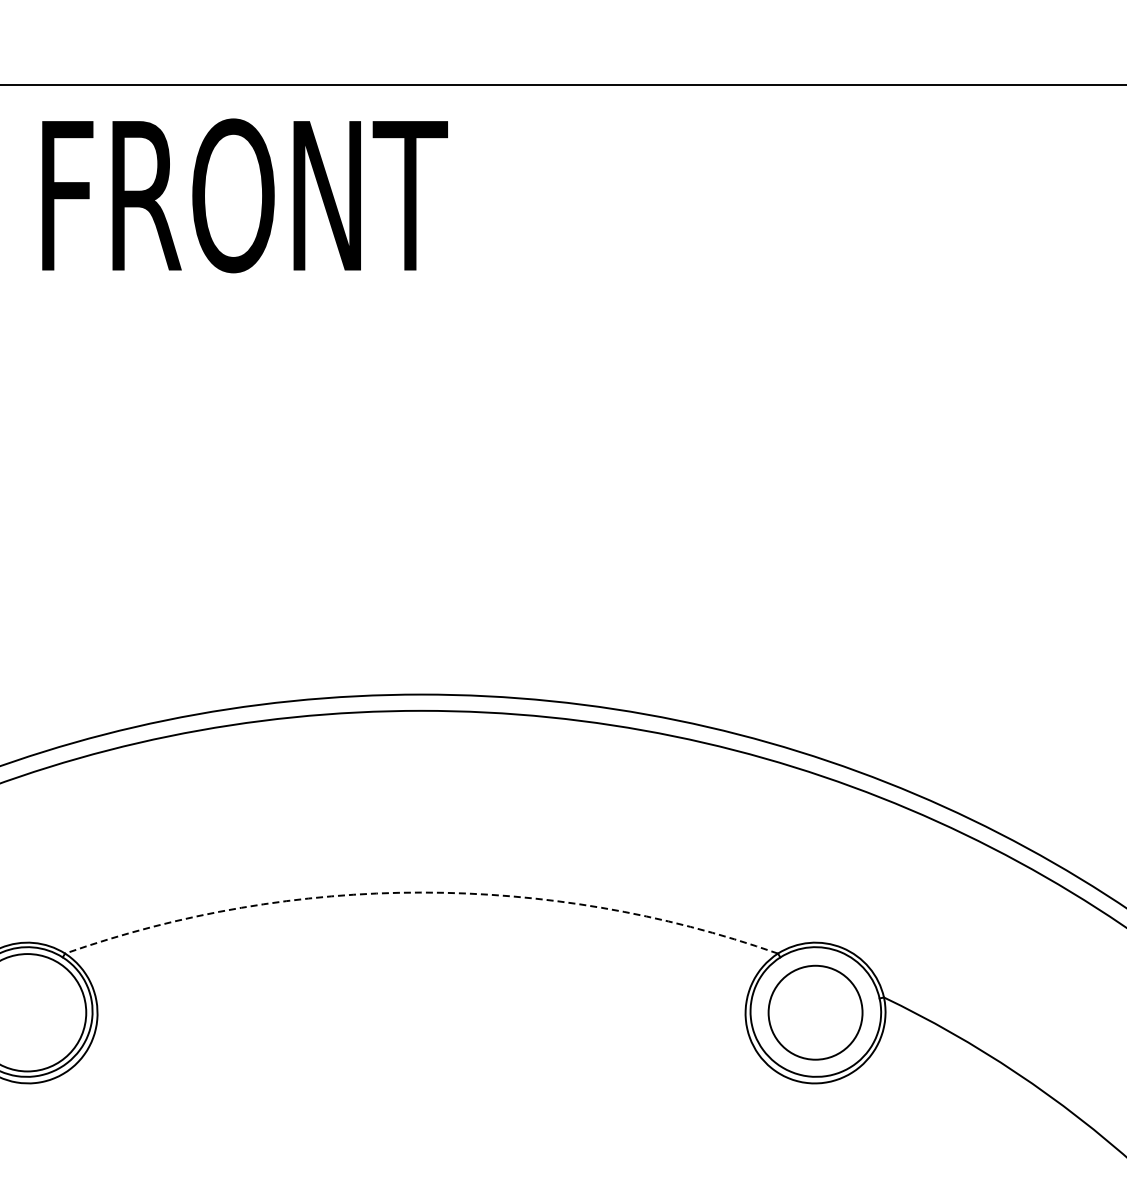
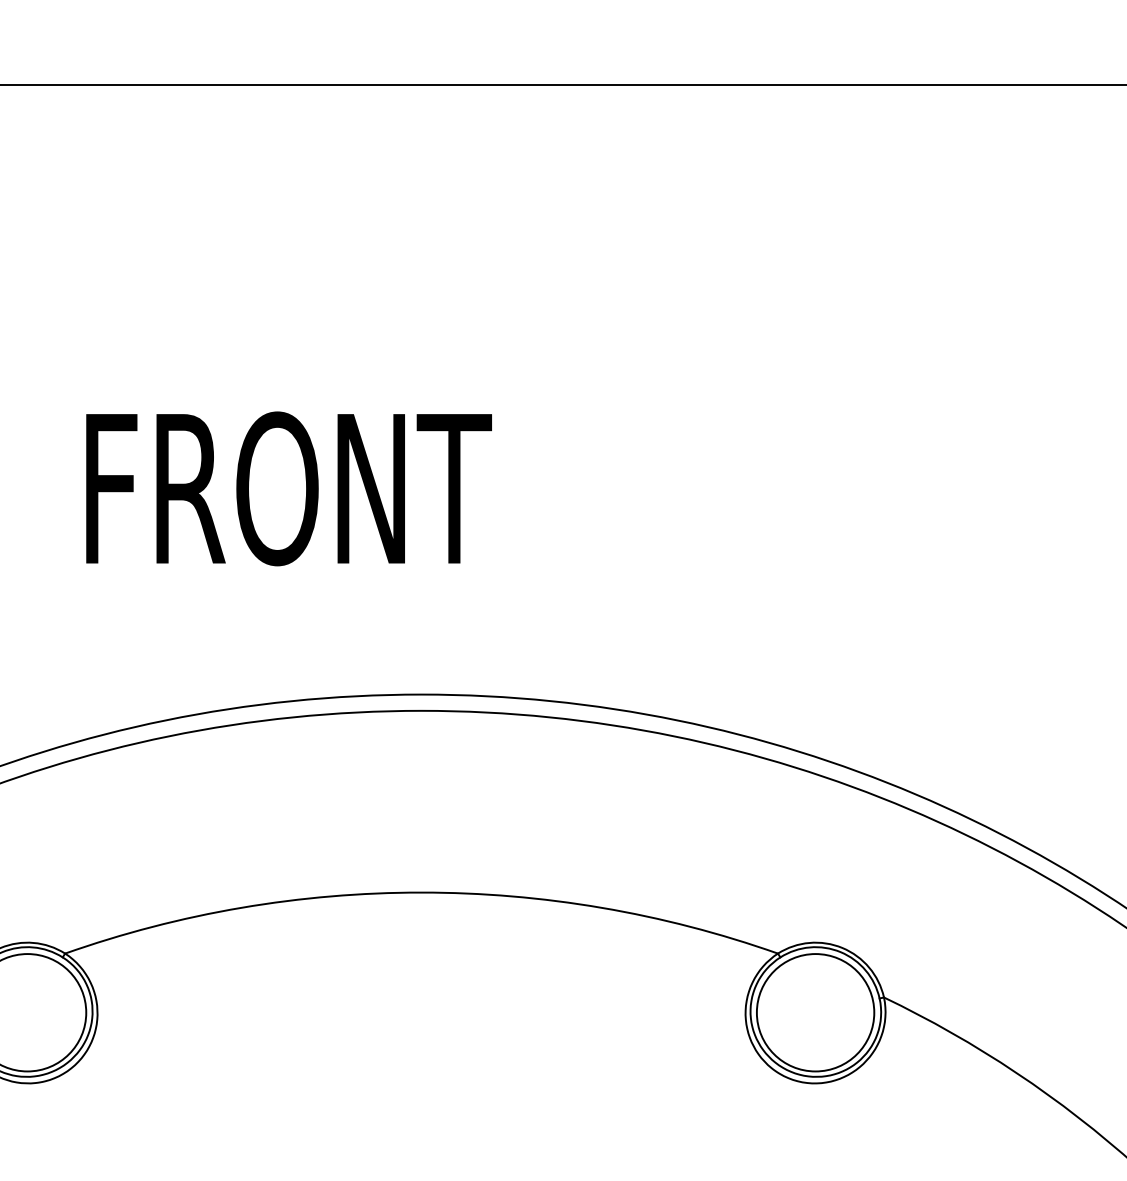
text at (244, 195) position: (244, 195) -> (288, 488)
arc at (421, 892): dashed -> solid
circle at (815, 1012) diameter: 94 px -> 117 px
